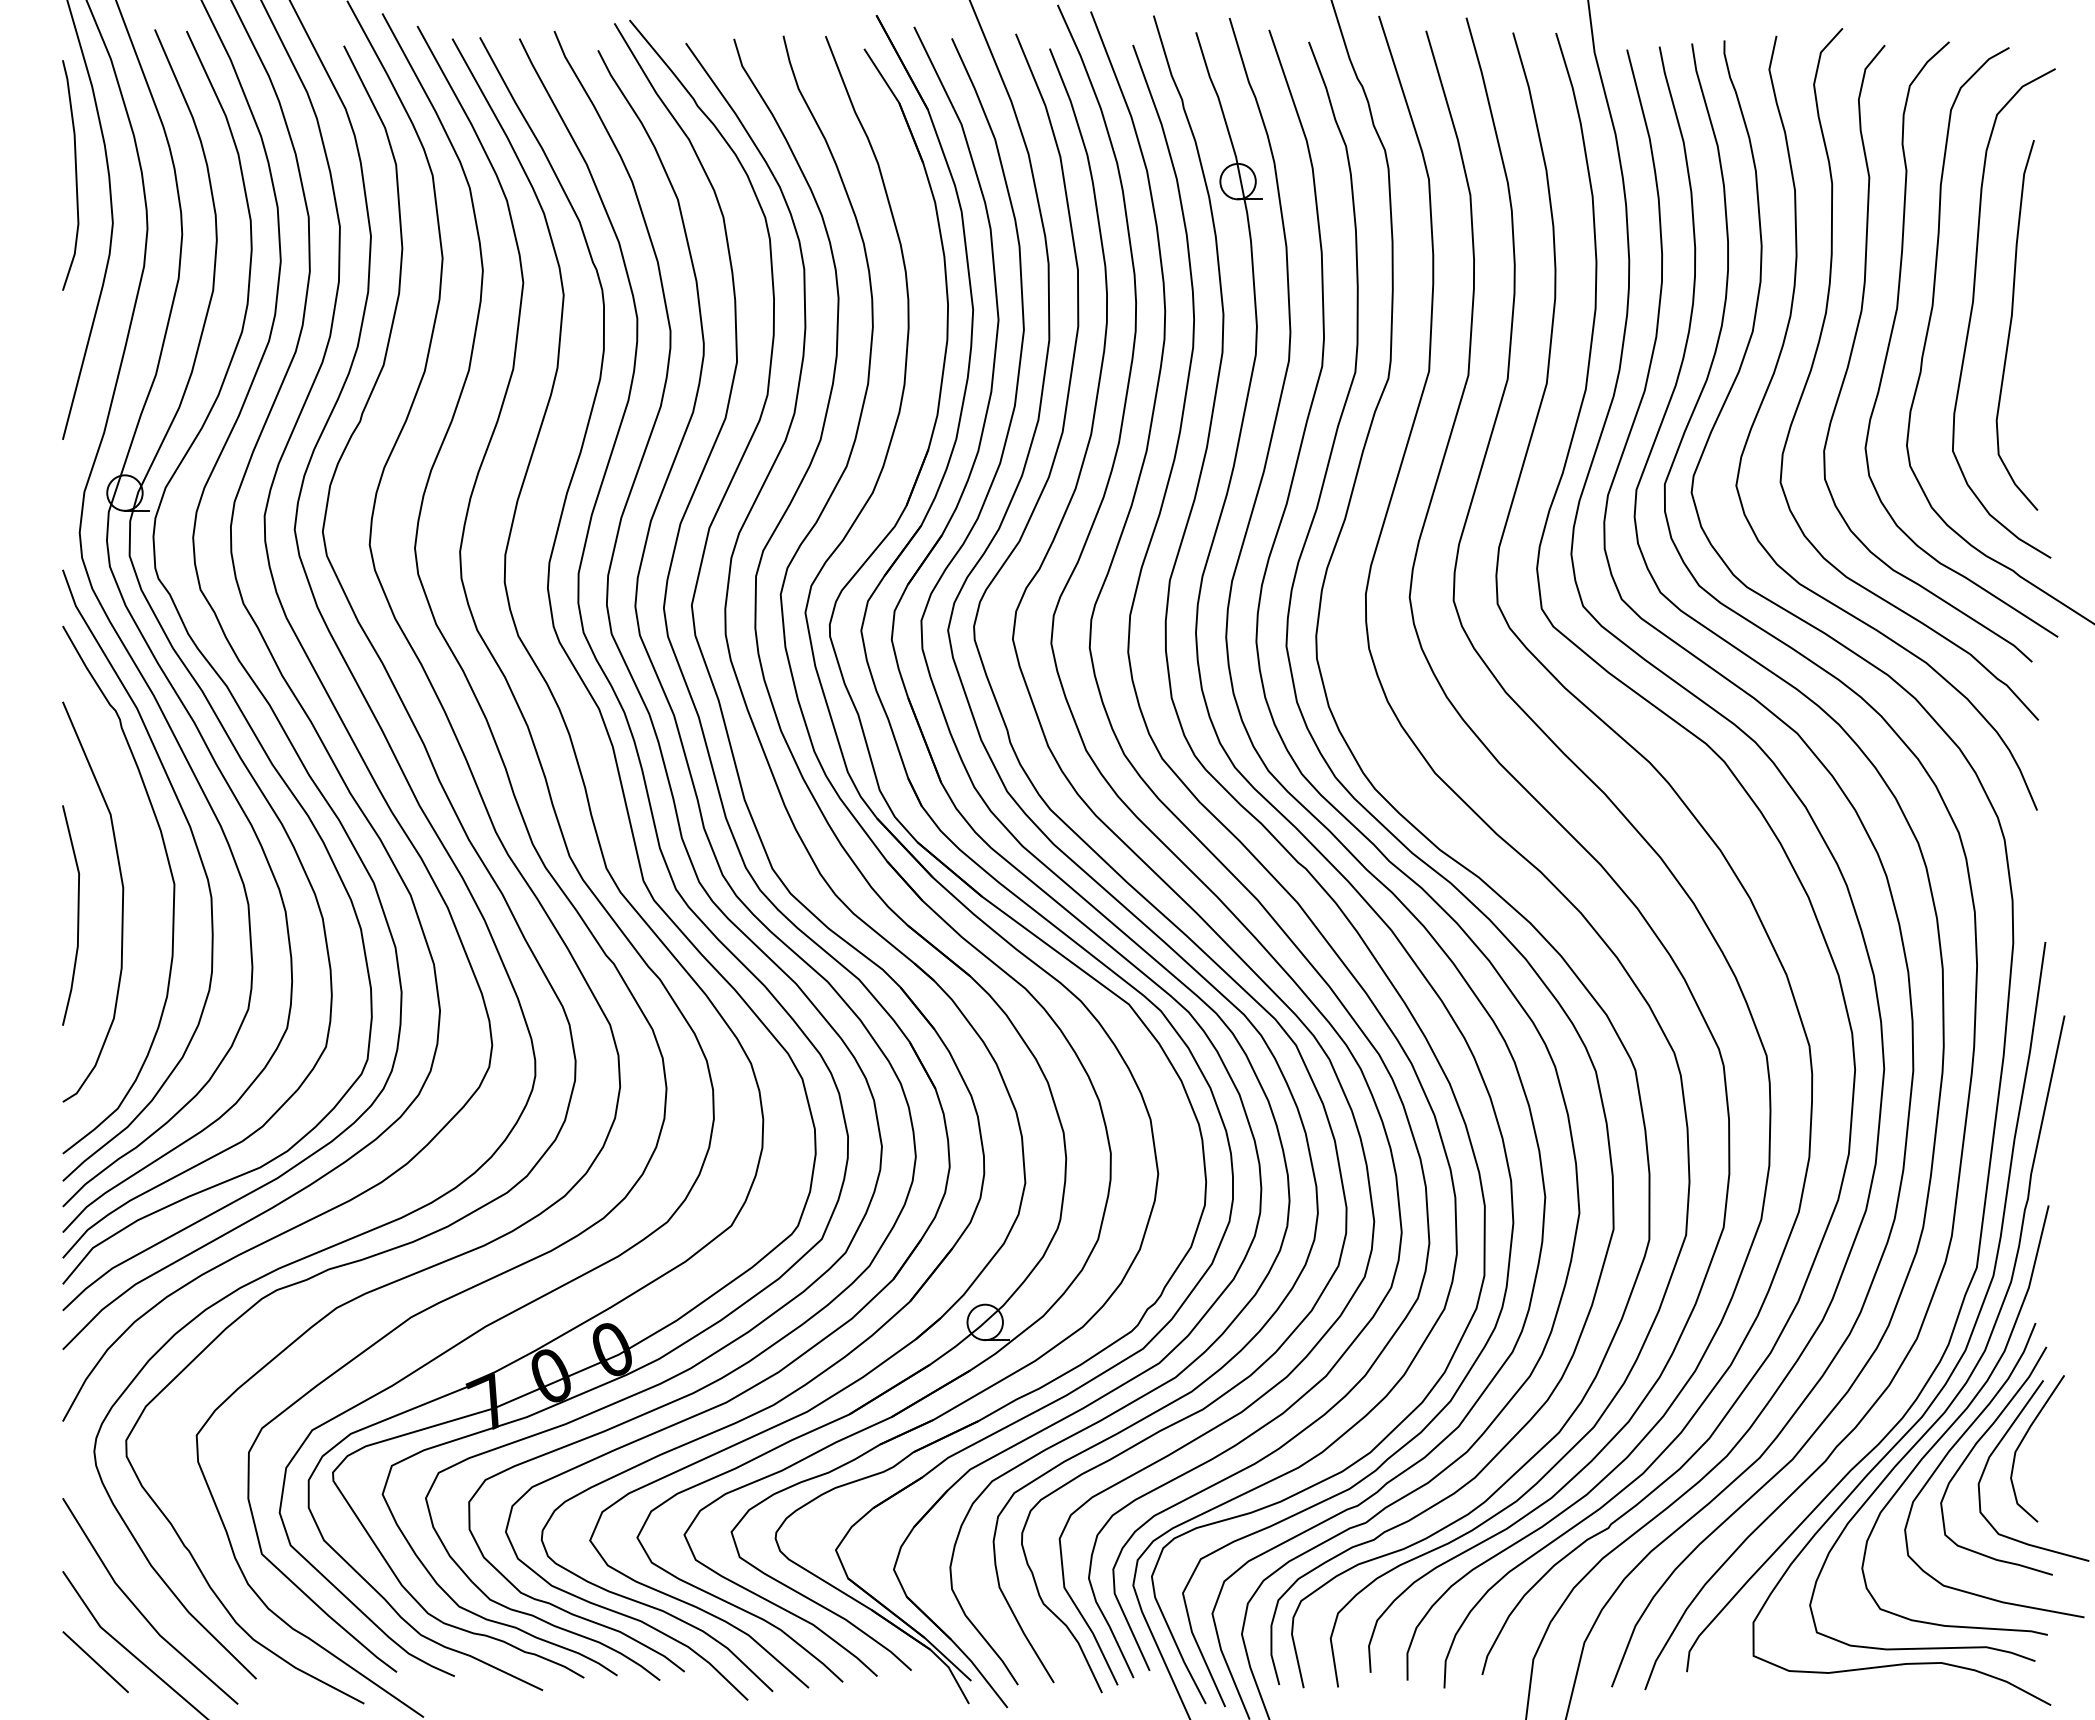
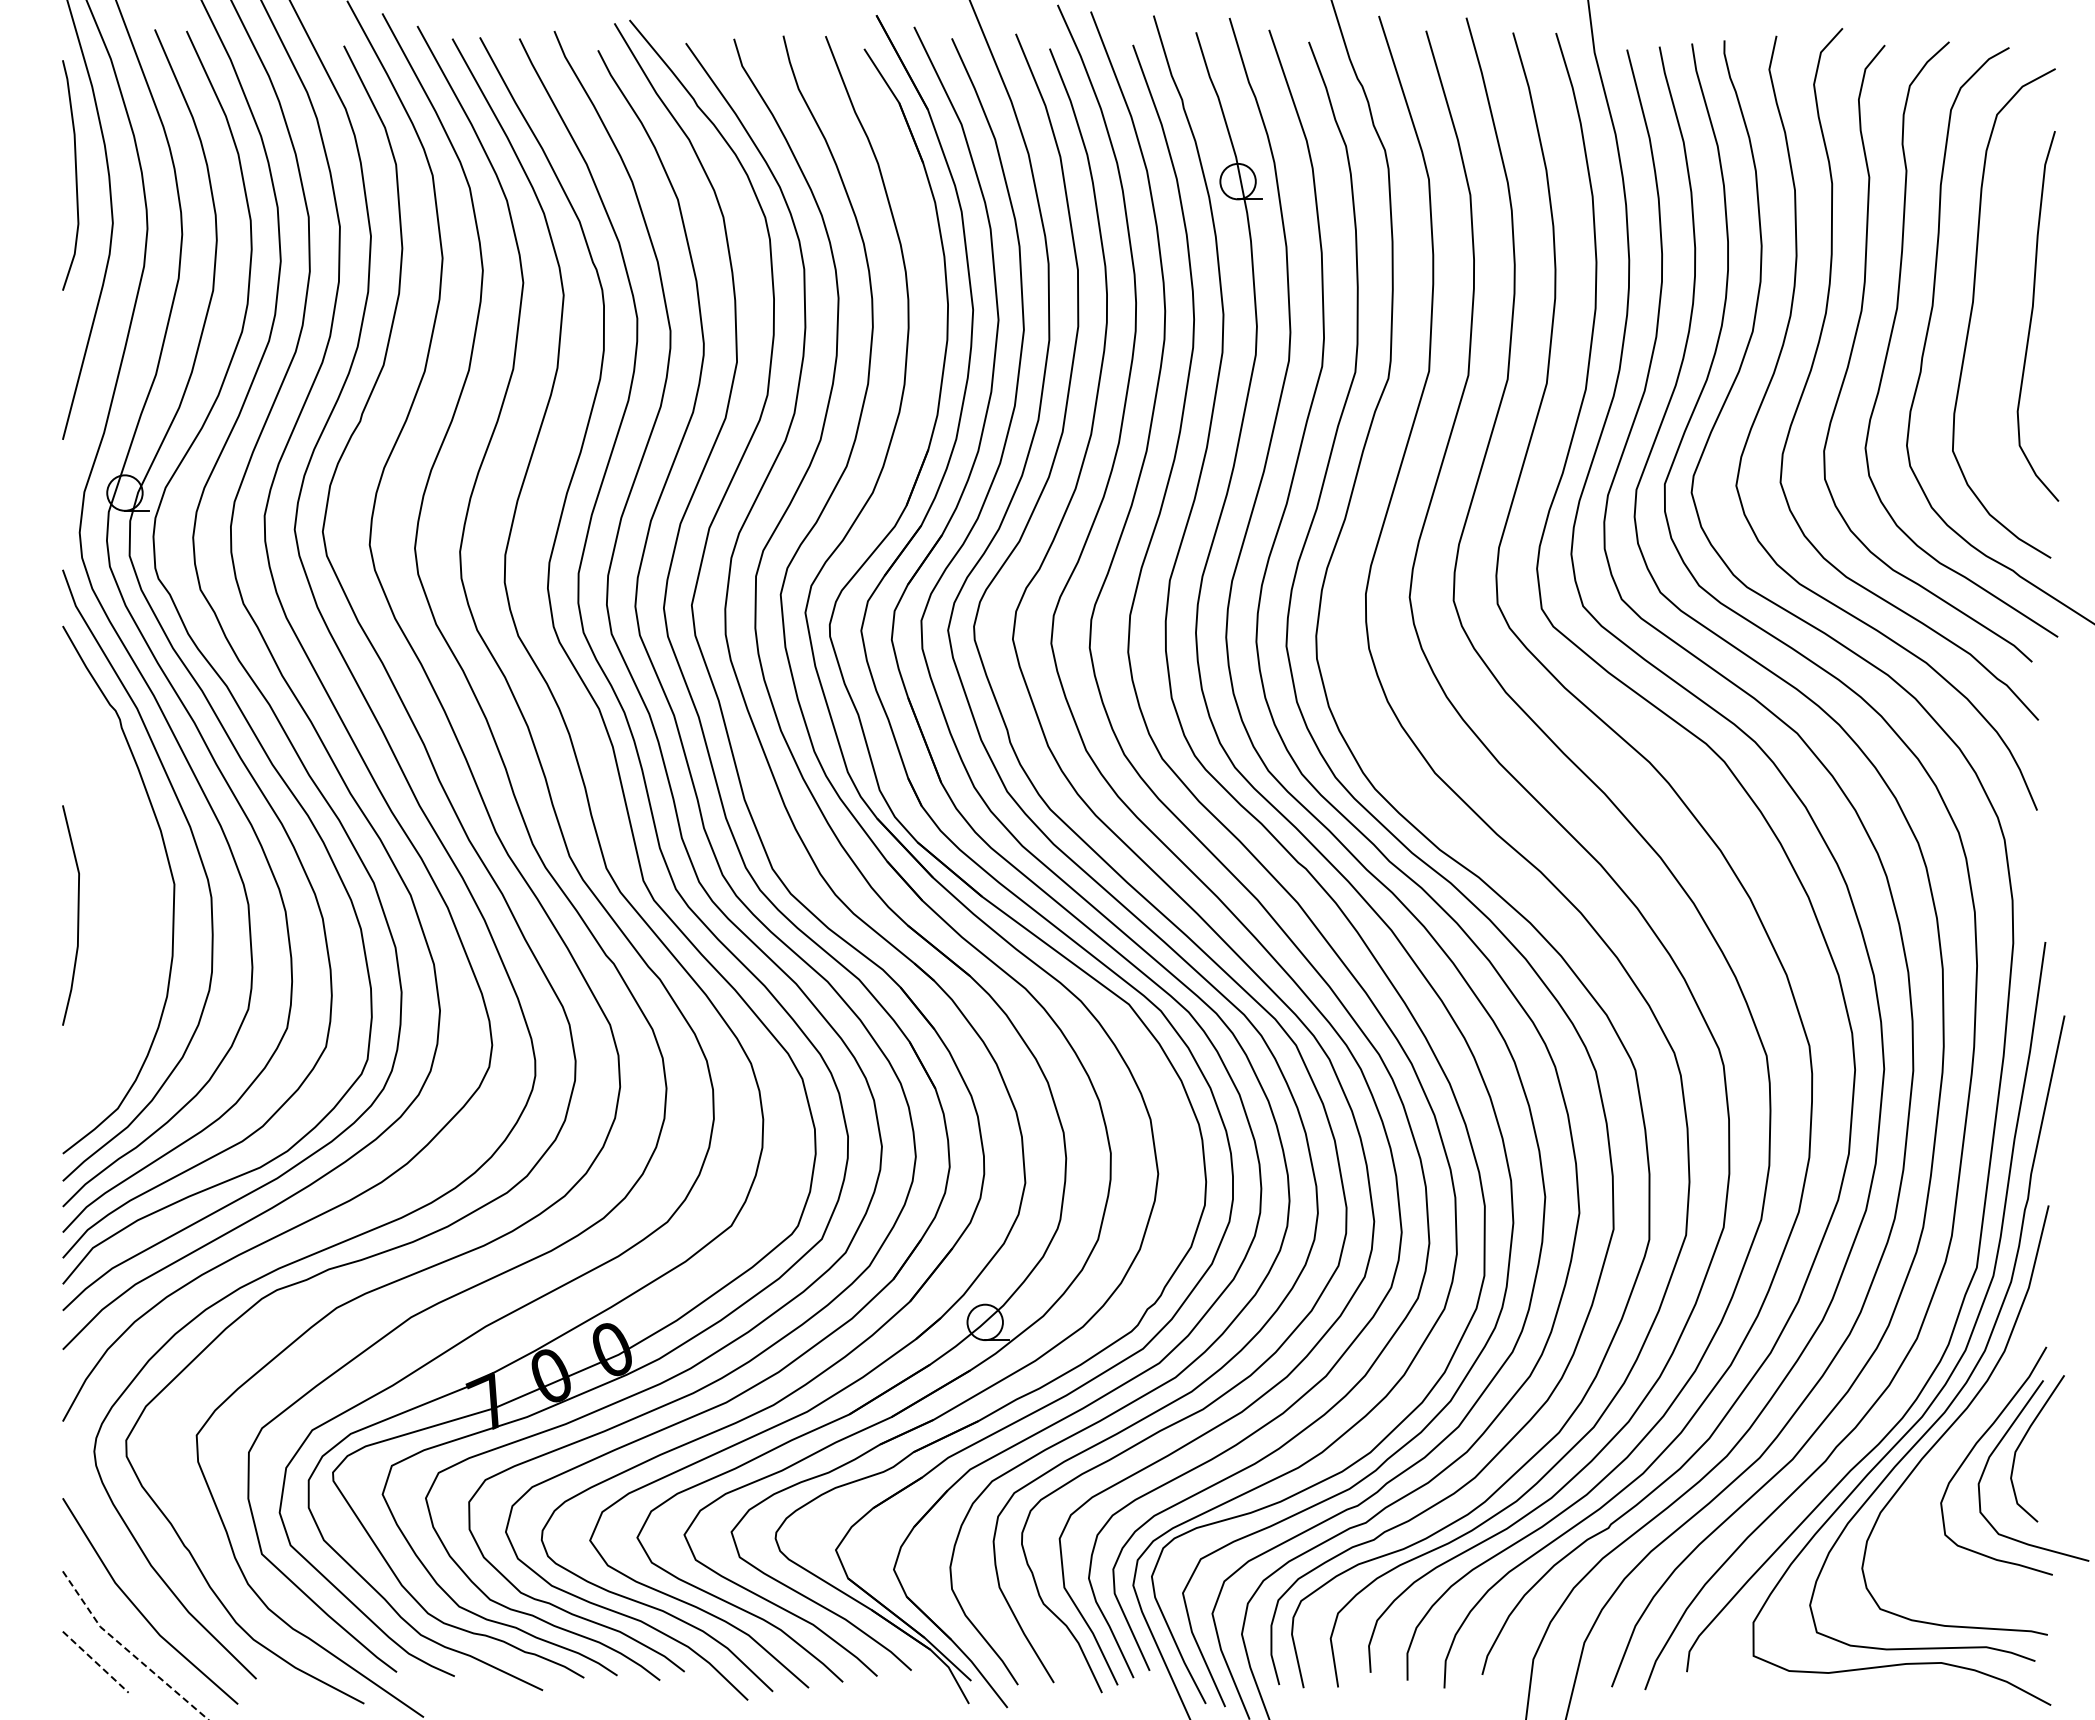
curve at (2011, 325) position: (2011, 325) -> (2032, 316)
curve at (122, 901): present -> none
curve at (1962, 1437): present -> none
line at (128, 1650): solid -> dashed
line at (95, 1662): solid -> dashed
